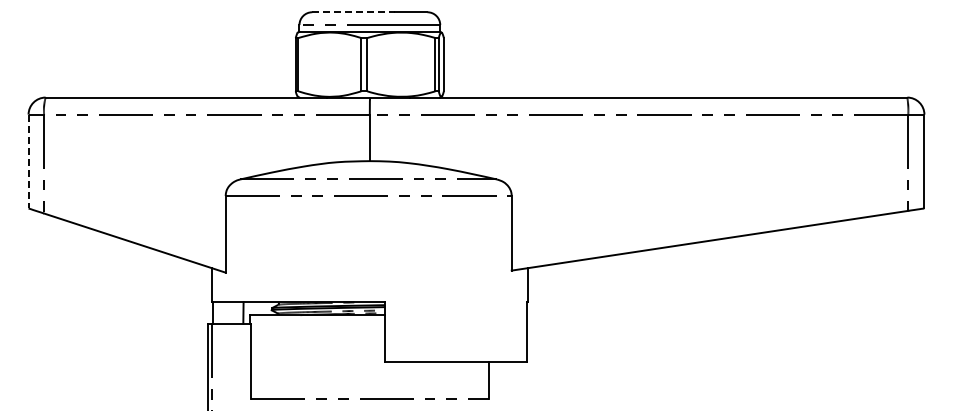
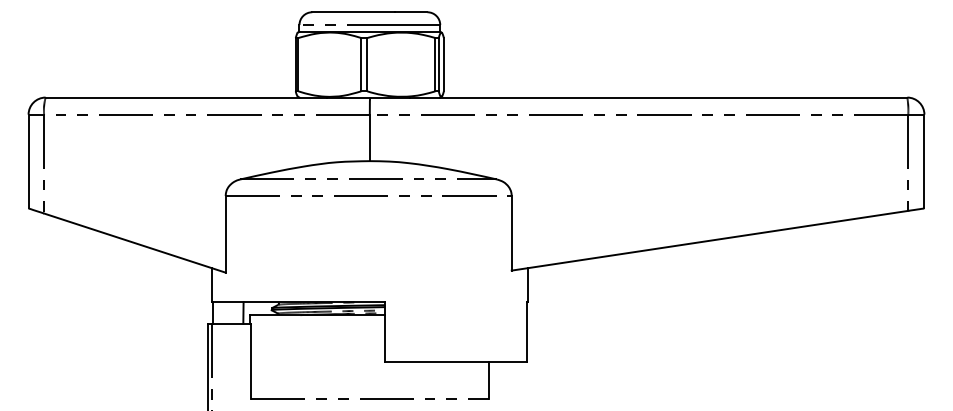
line at (354, 12): dashed -> solid
line at (28, 161): dashed -> solid
